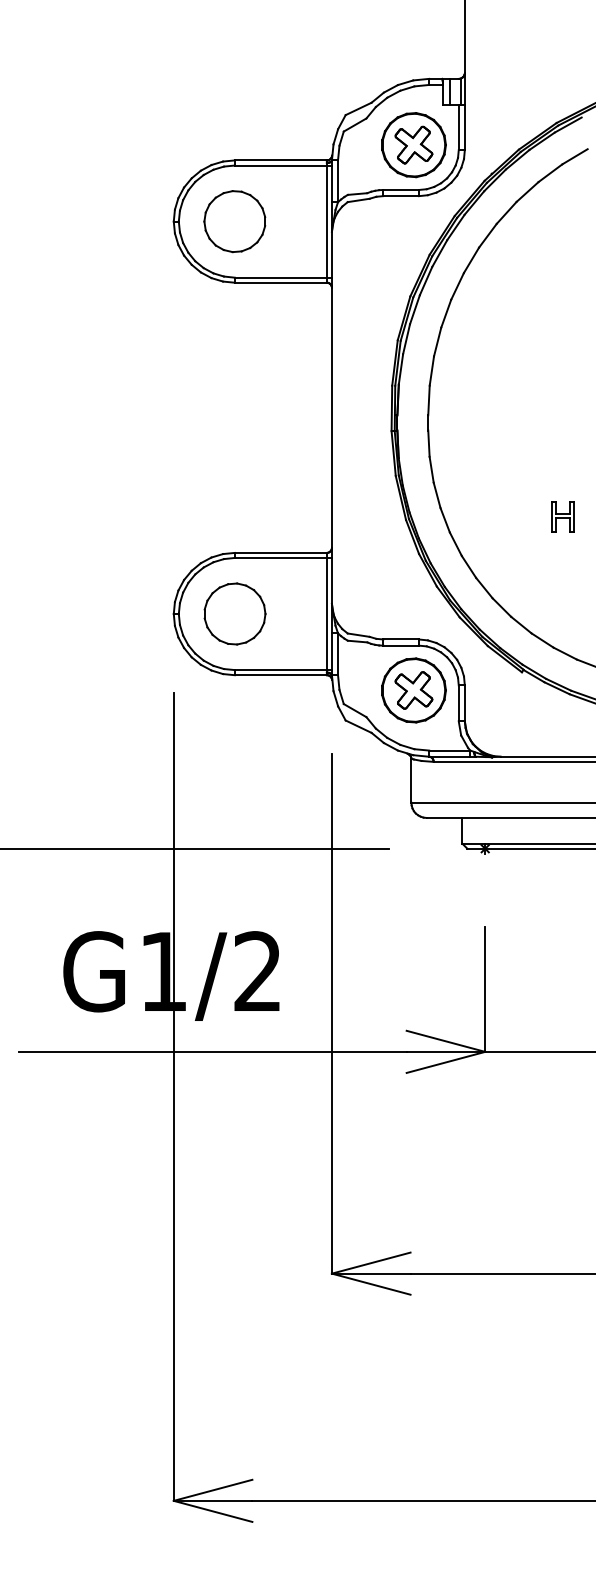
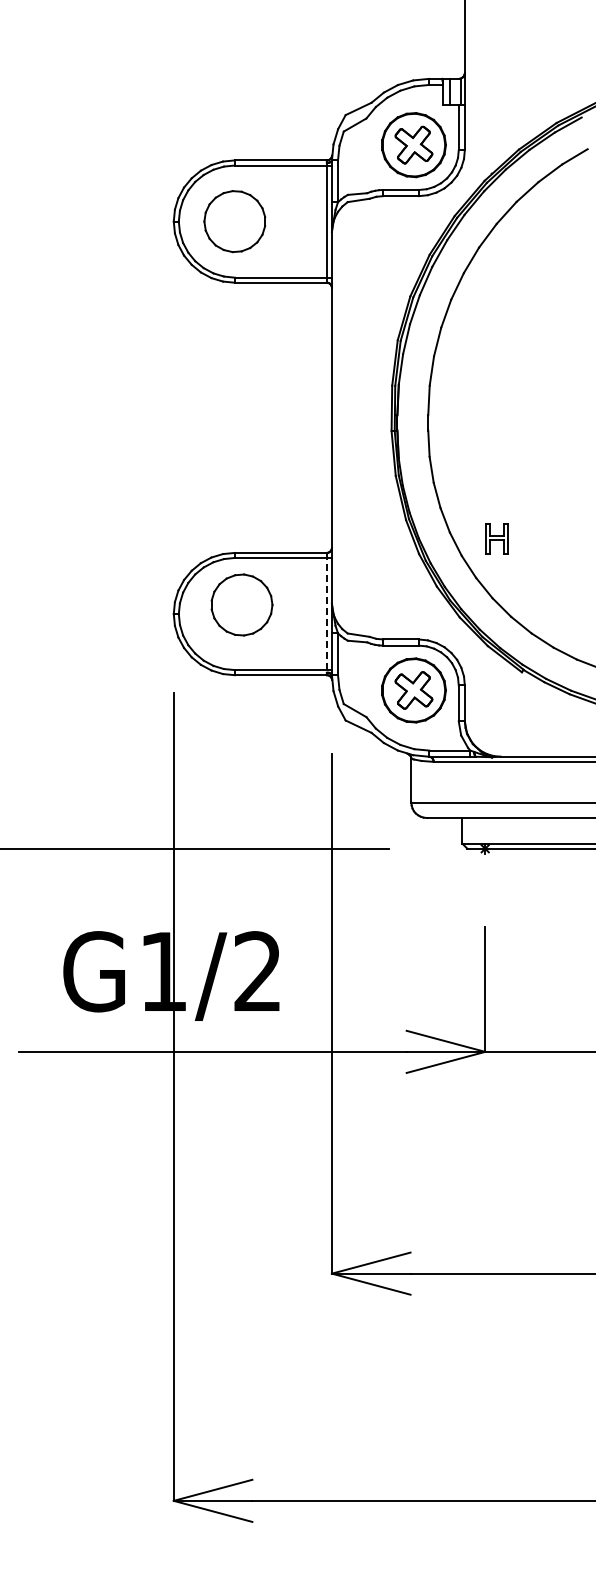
part at (562, 516) position: (562, 516) -> (496, 538)
line at (326, 612): solid -> dashed
part at (234, 613) position: (234, 613) -> (241, 604)
